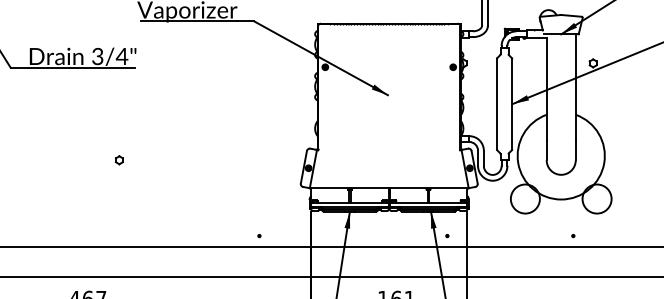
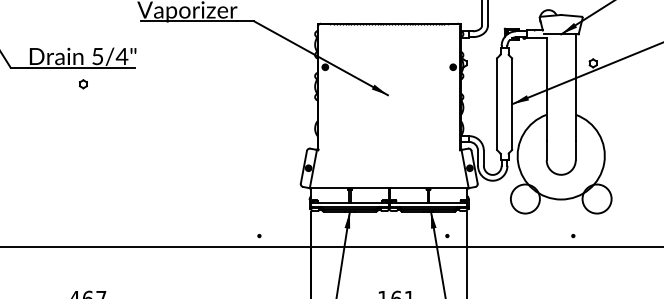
text at (97, 55): 3/4" -> 5/4"
part at (119, 160) position: (119, 160) -> (83, 84)
line at (331, 276): present -> none
